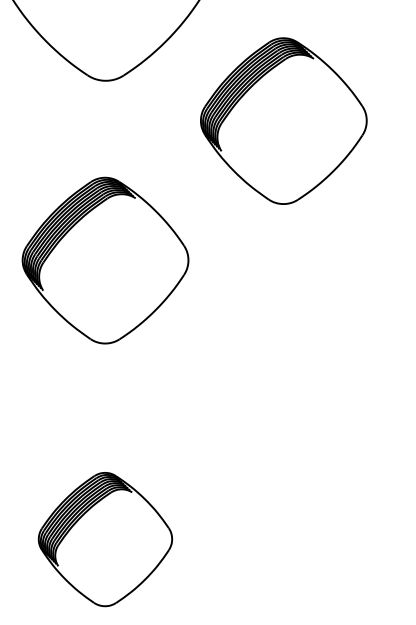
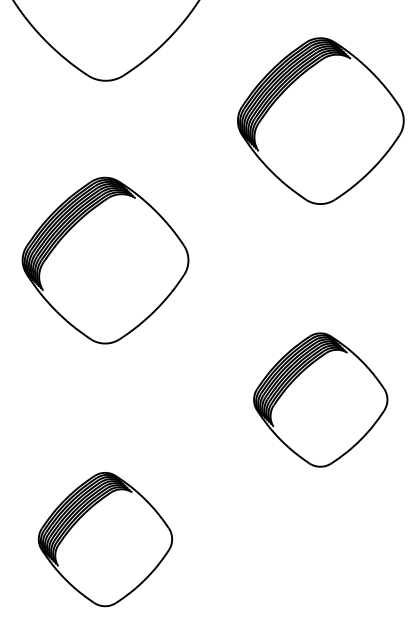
part at (283, 120) position: (283, 120) -> (320, 120)
part at (320, 399): none -> present
